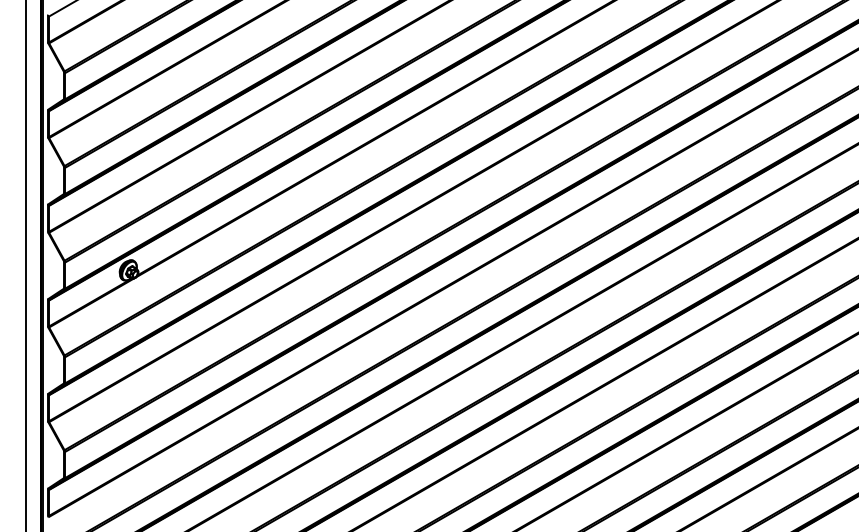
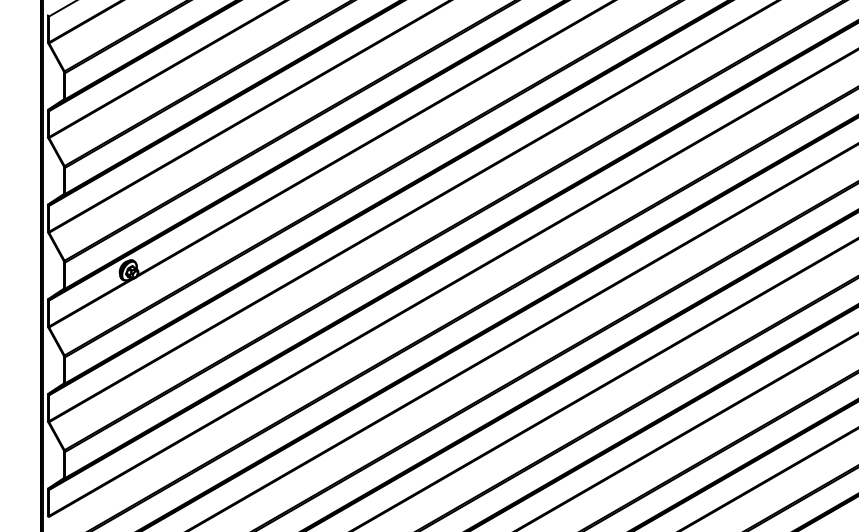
line at (25, 265): present -> none
